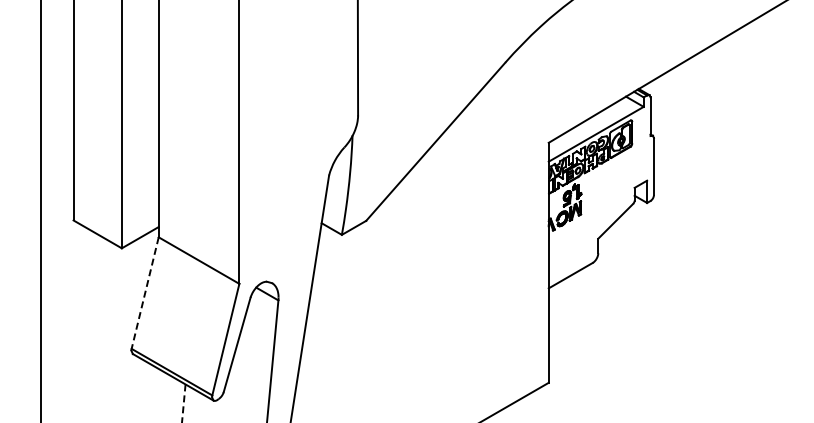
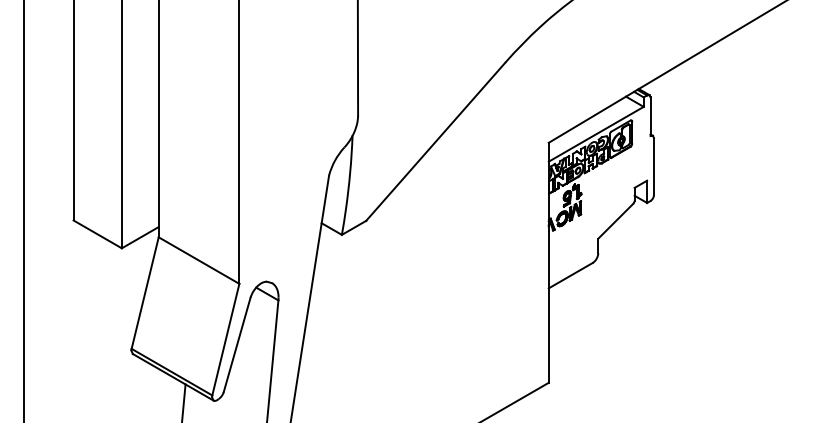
line at (41, 210) position: (41, 210) -> (24, 210)
line at (145, 293): dashed -> solid
line at (183, 403): dashed -> solid
